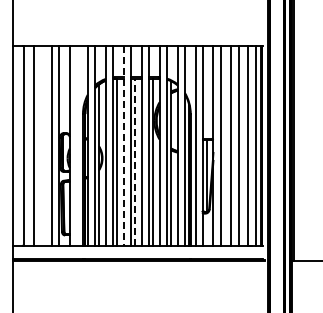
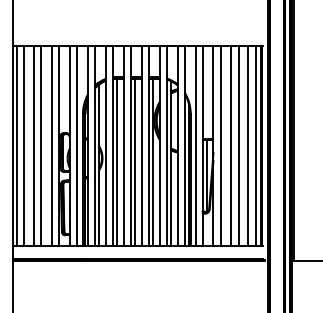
line at (16, 145): none -> present
line at (41, 145): none -> present
line at (77, 145): none -> present
line at (123, 145): dashed -> solid
line at (135, 161): dashed -> solid
